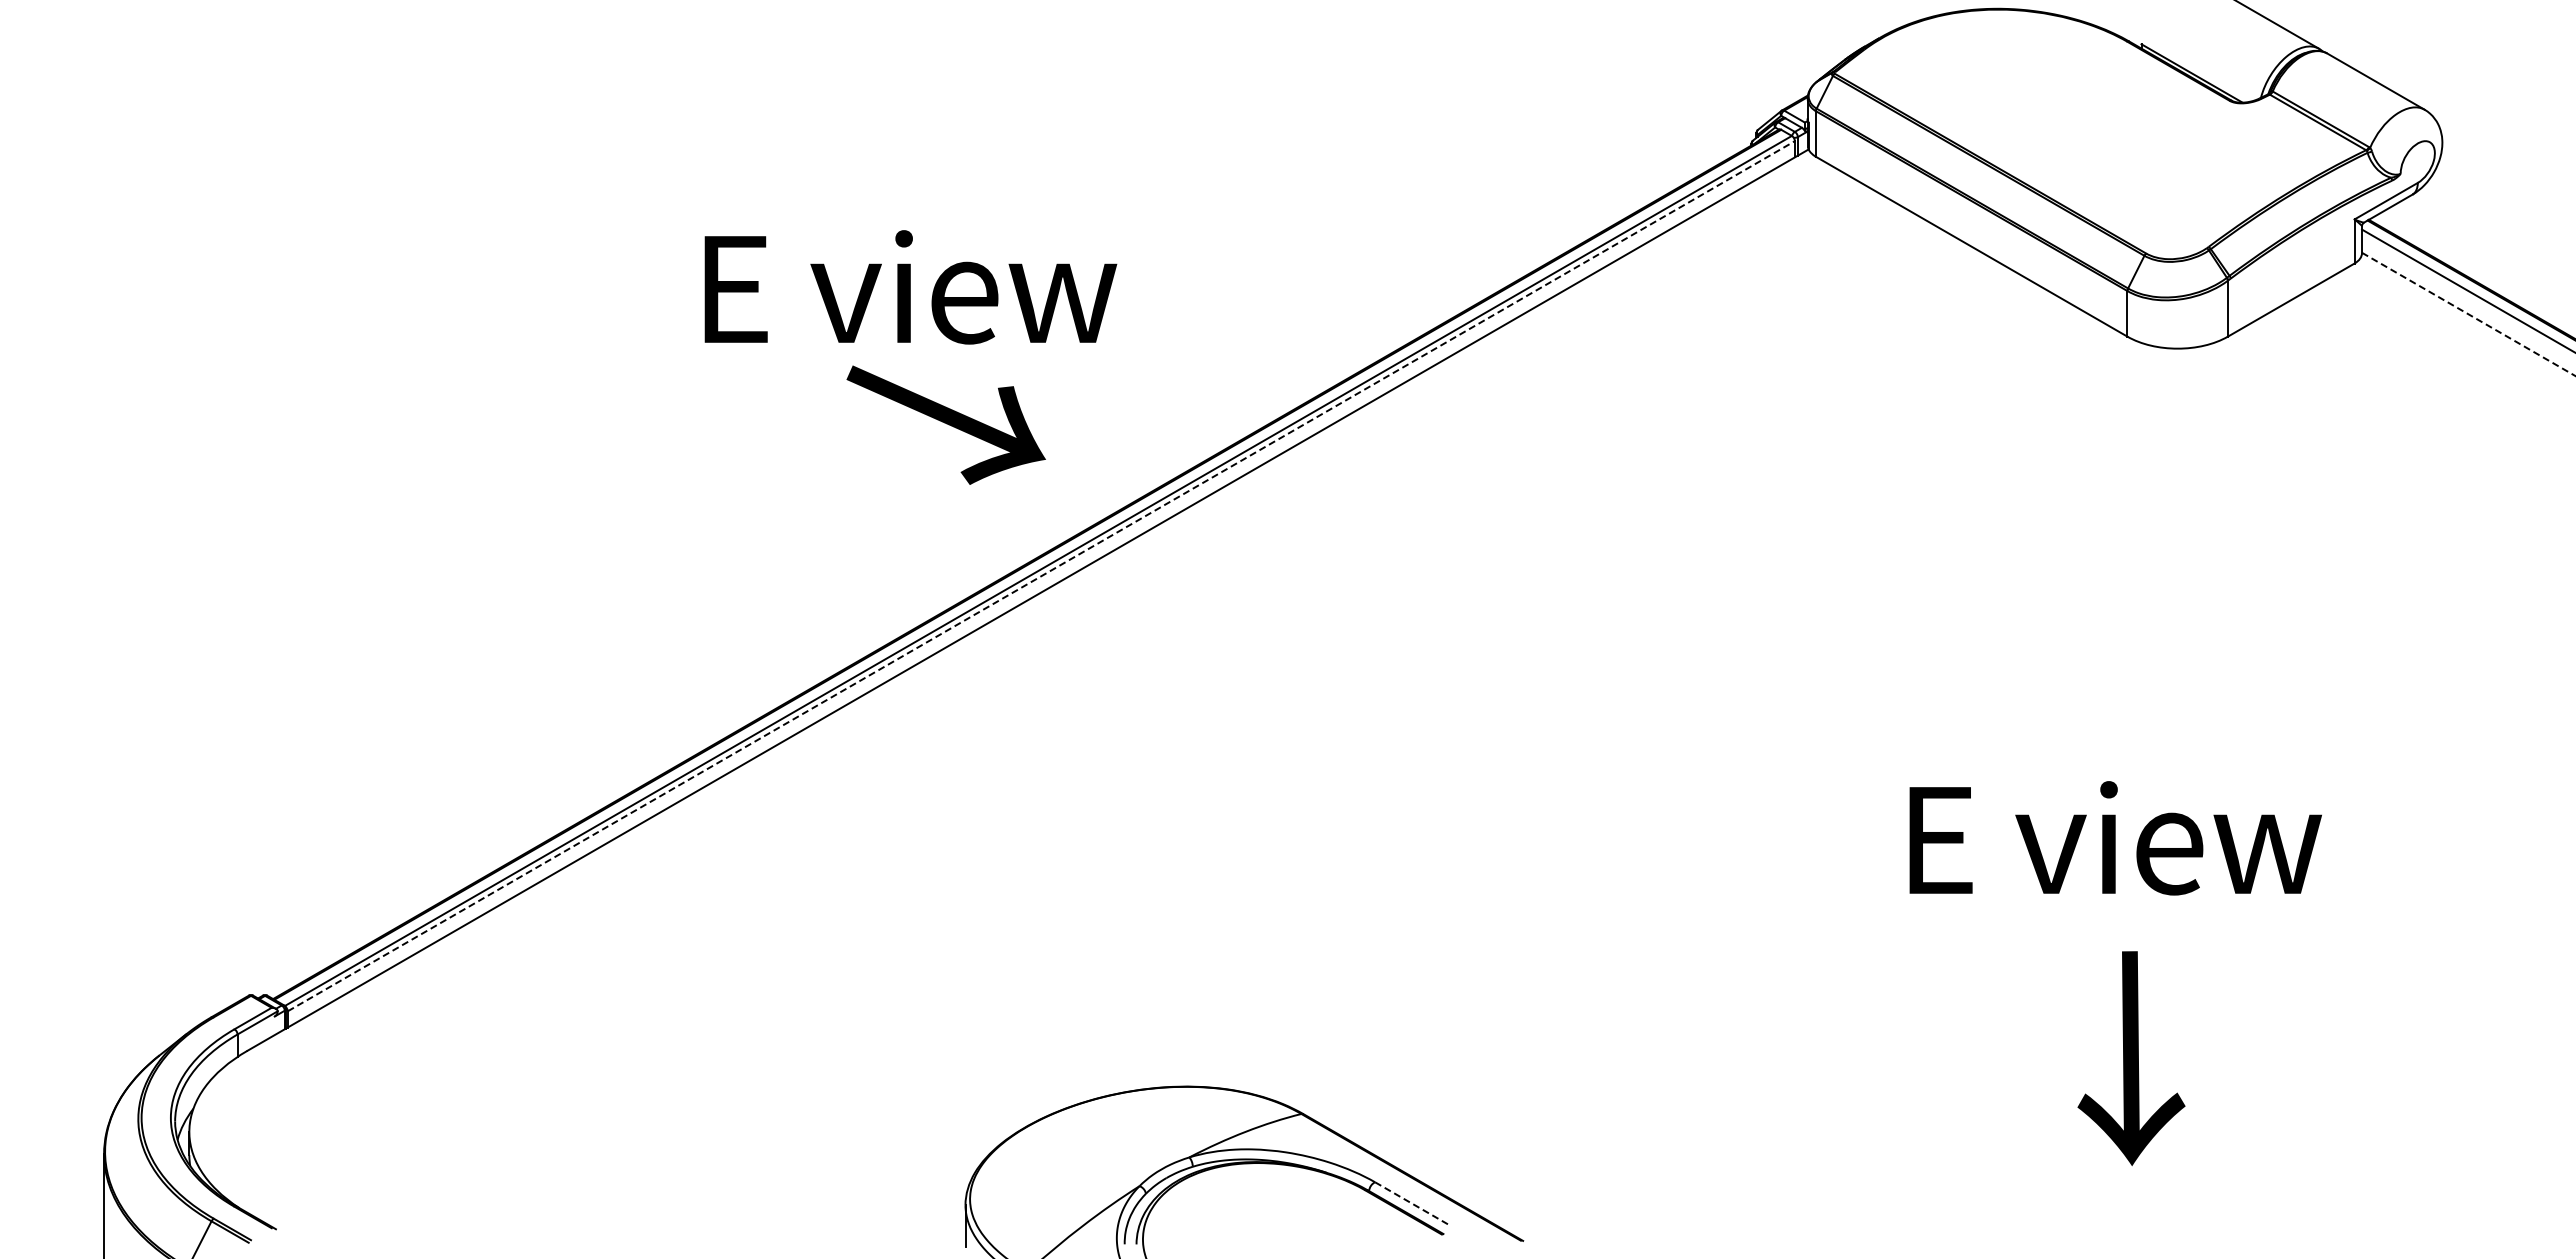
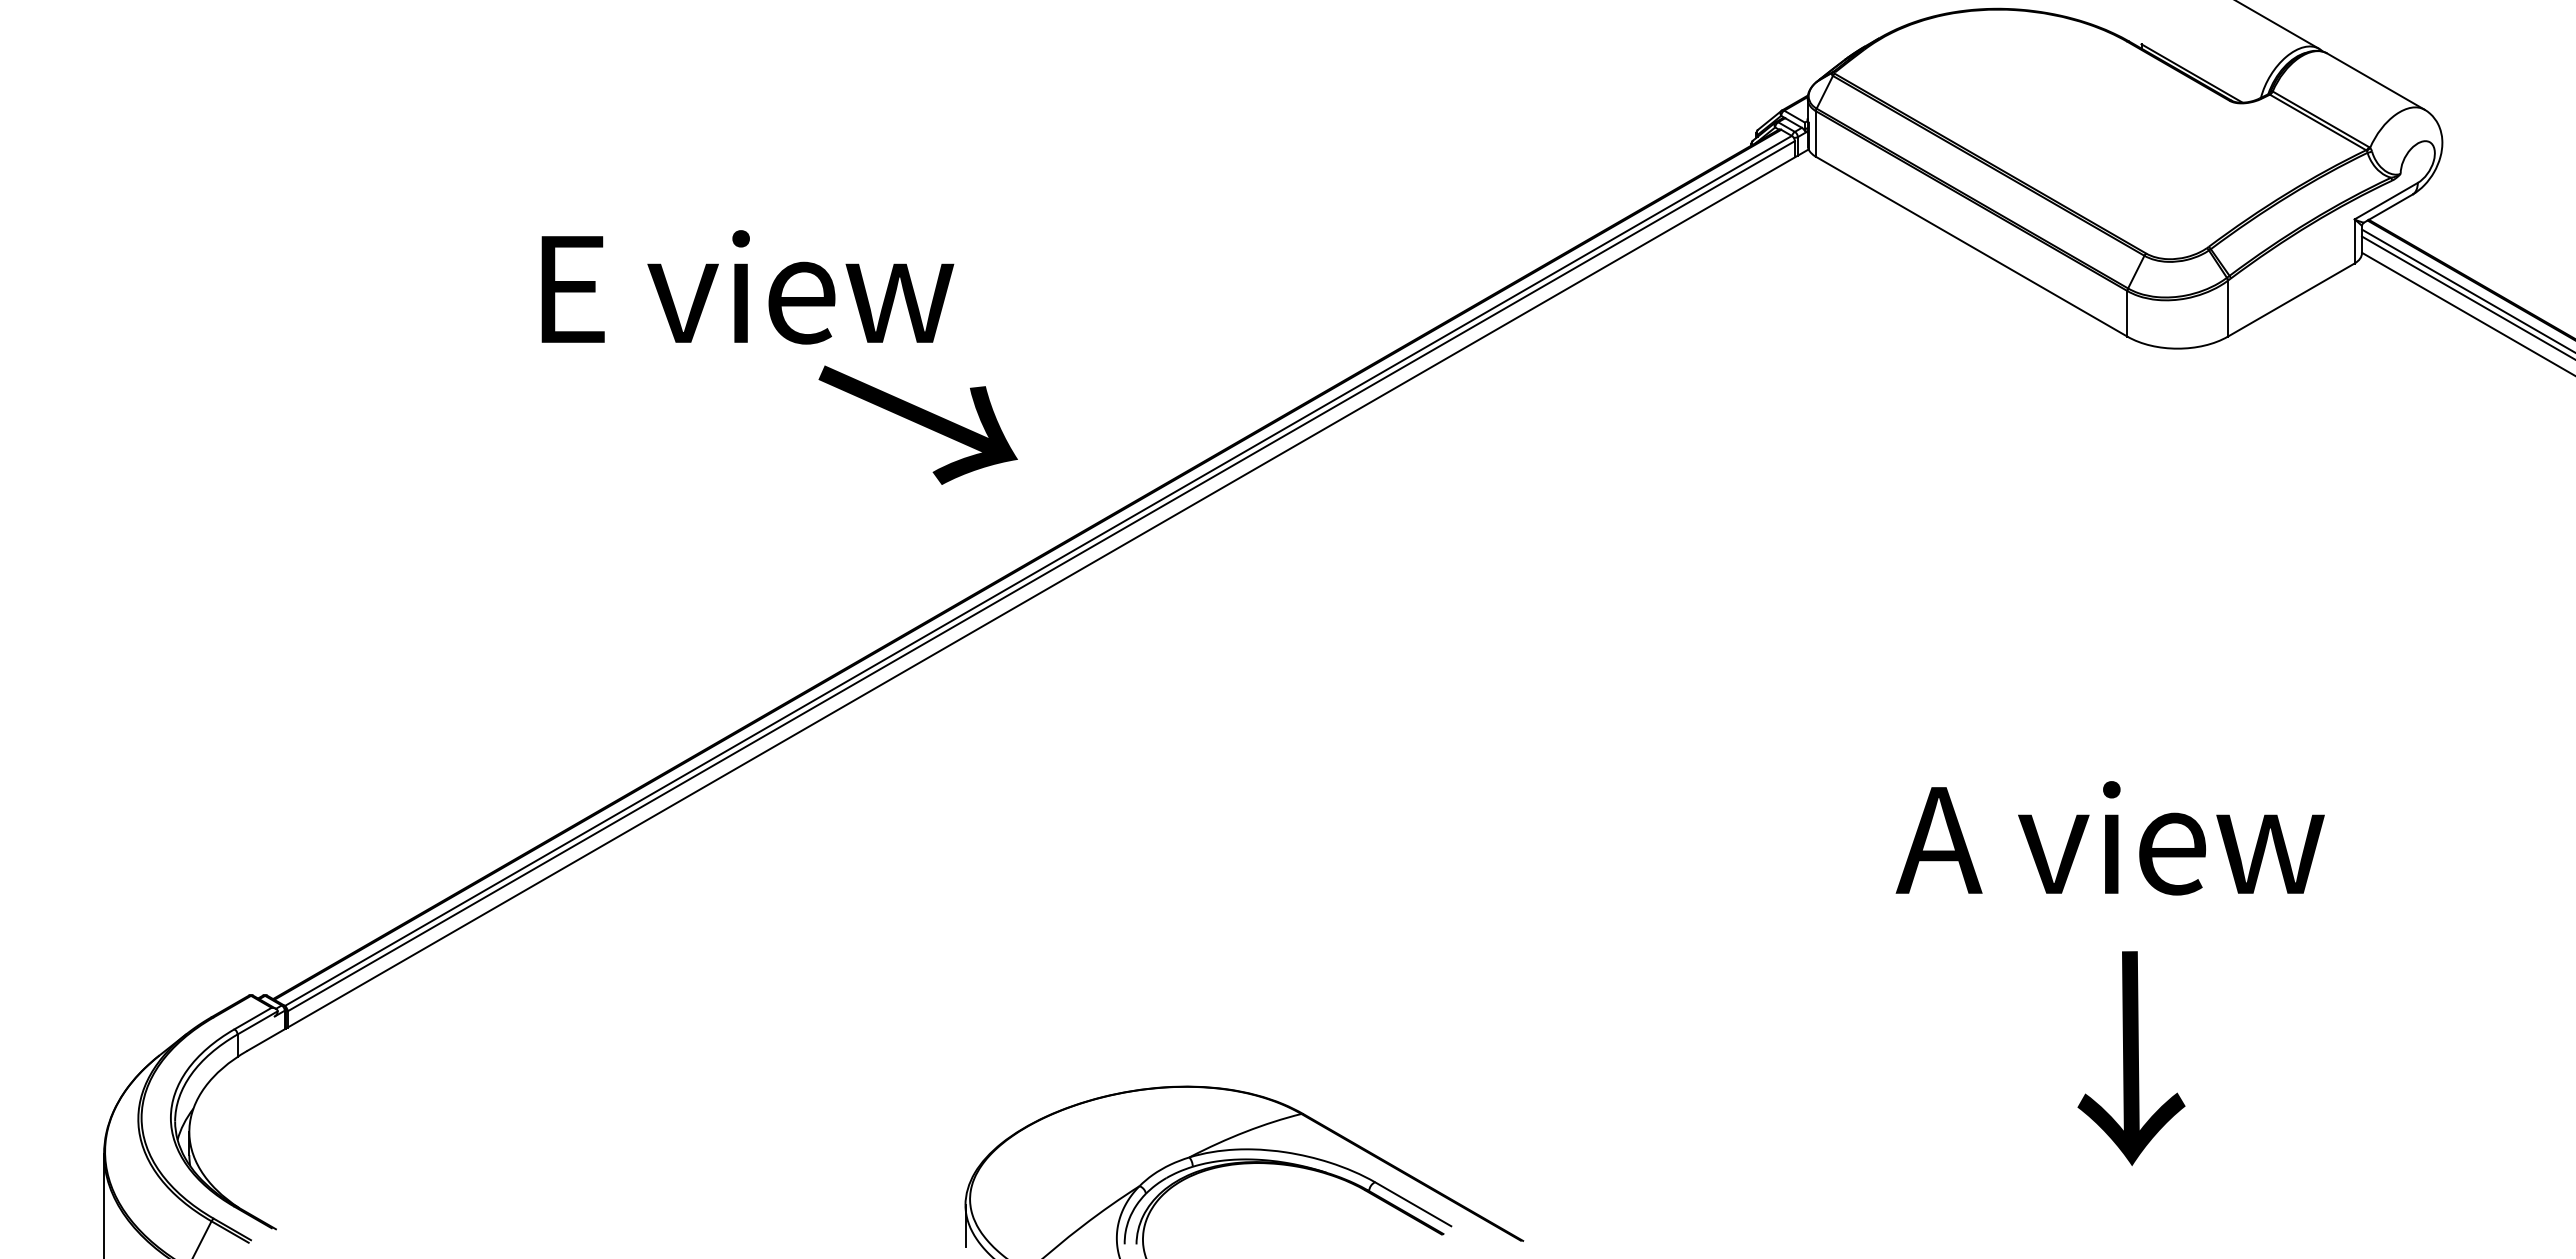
text at (910, 287) position: (910, 287) -> (747, 287)
line at (2467, 297): none -> present
line at (2469, 314): dashed -> solid
text at (945, 424) position: (945, 424) -> (917, 424)
line at (1041, 575): dashed -> solid
text at (2109, 838): E view -> A view
line at (1413, 1204): dashed -> solid
